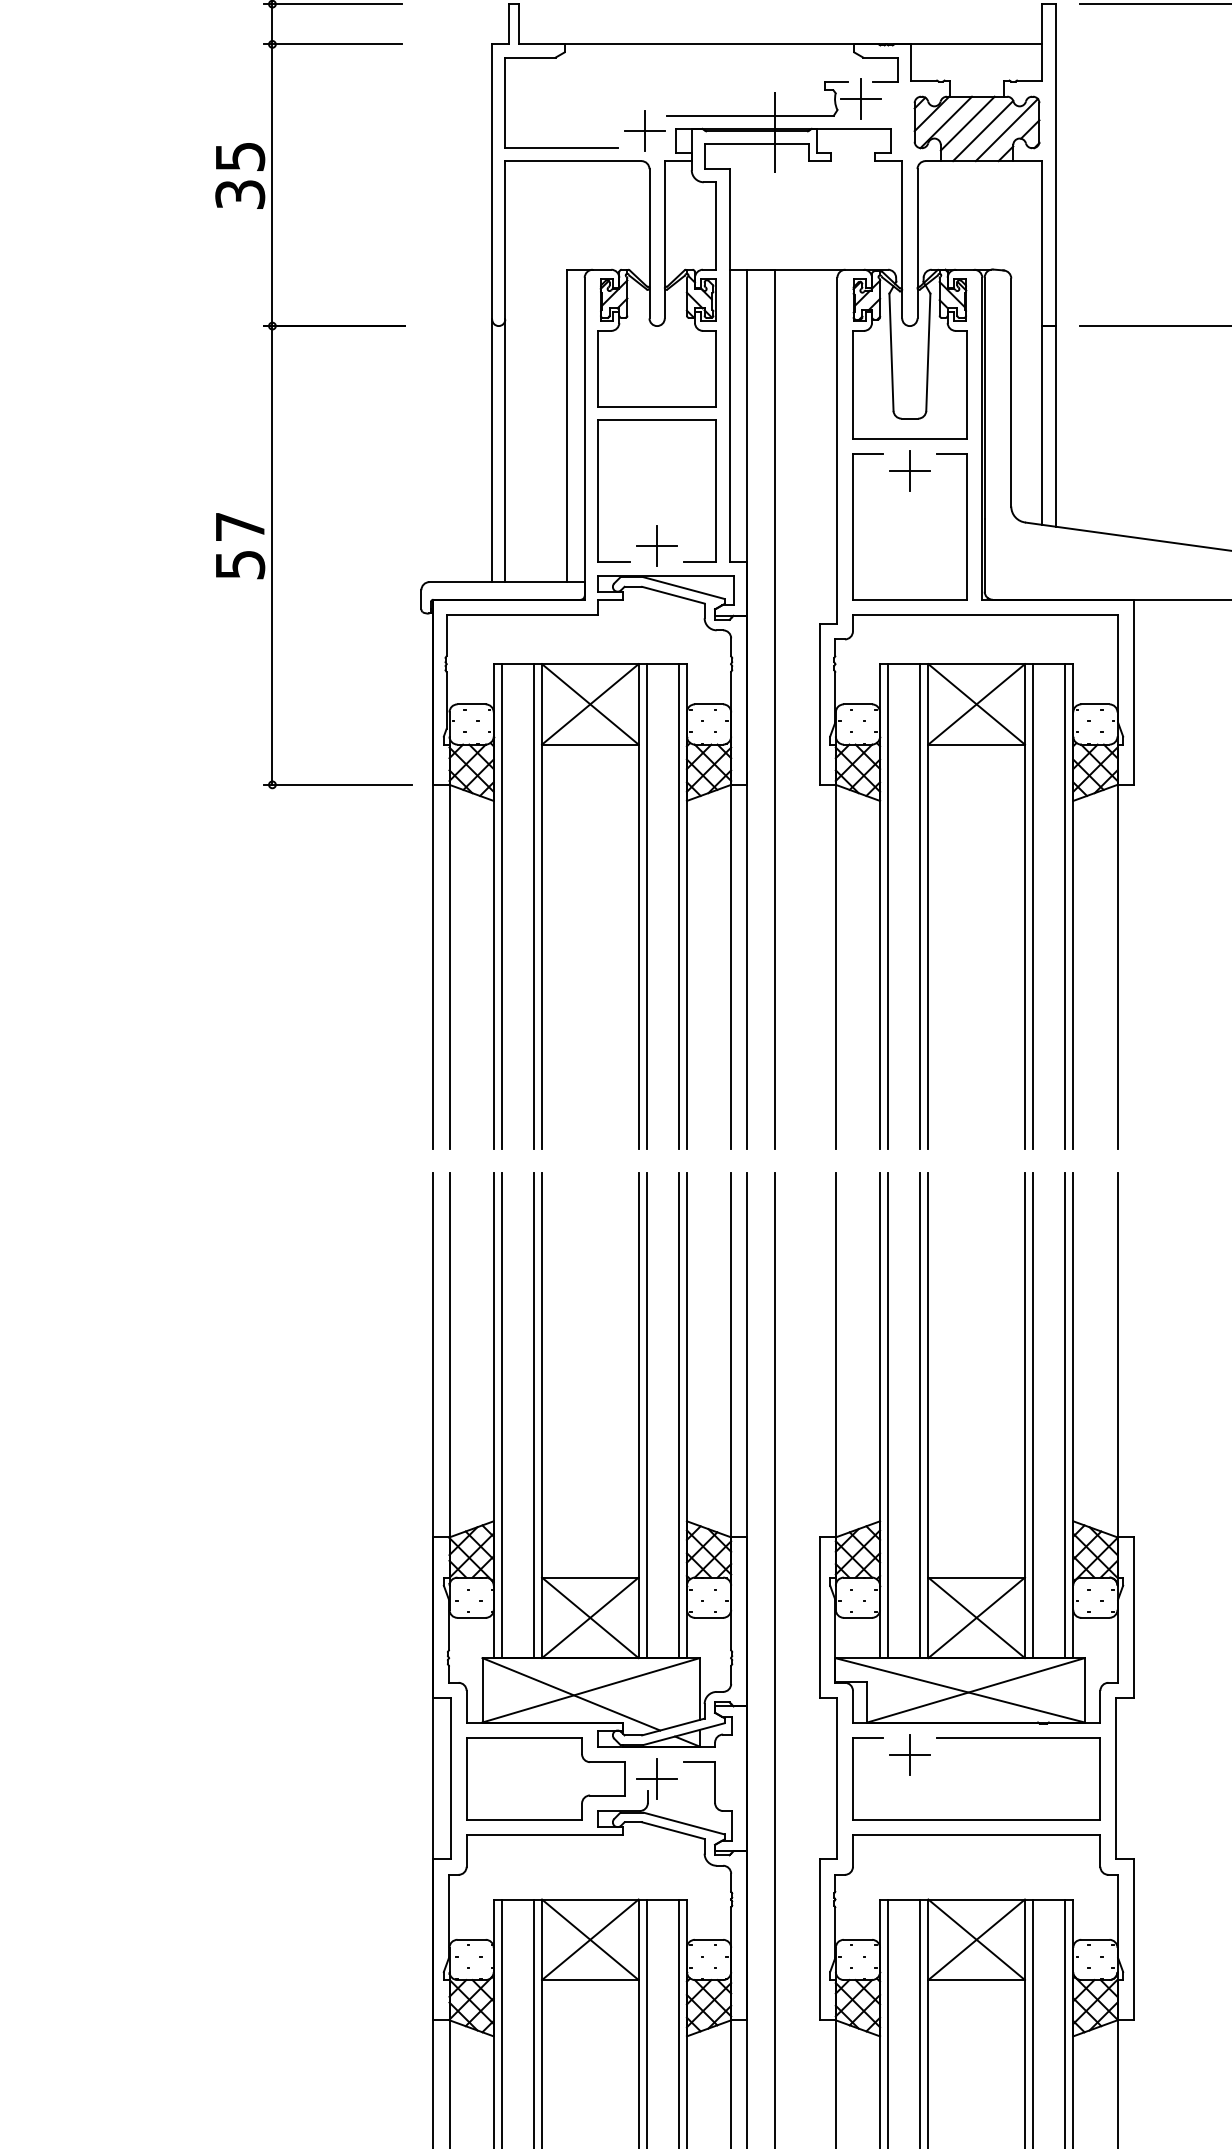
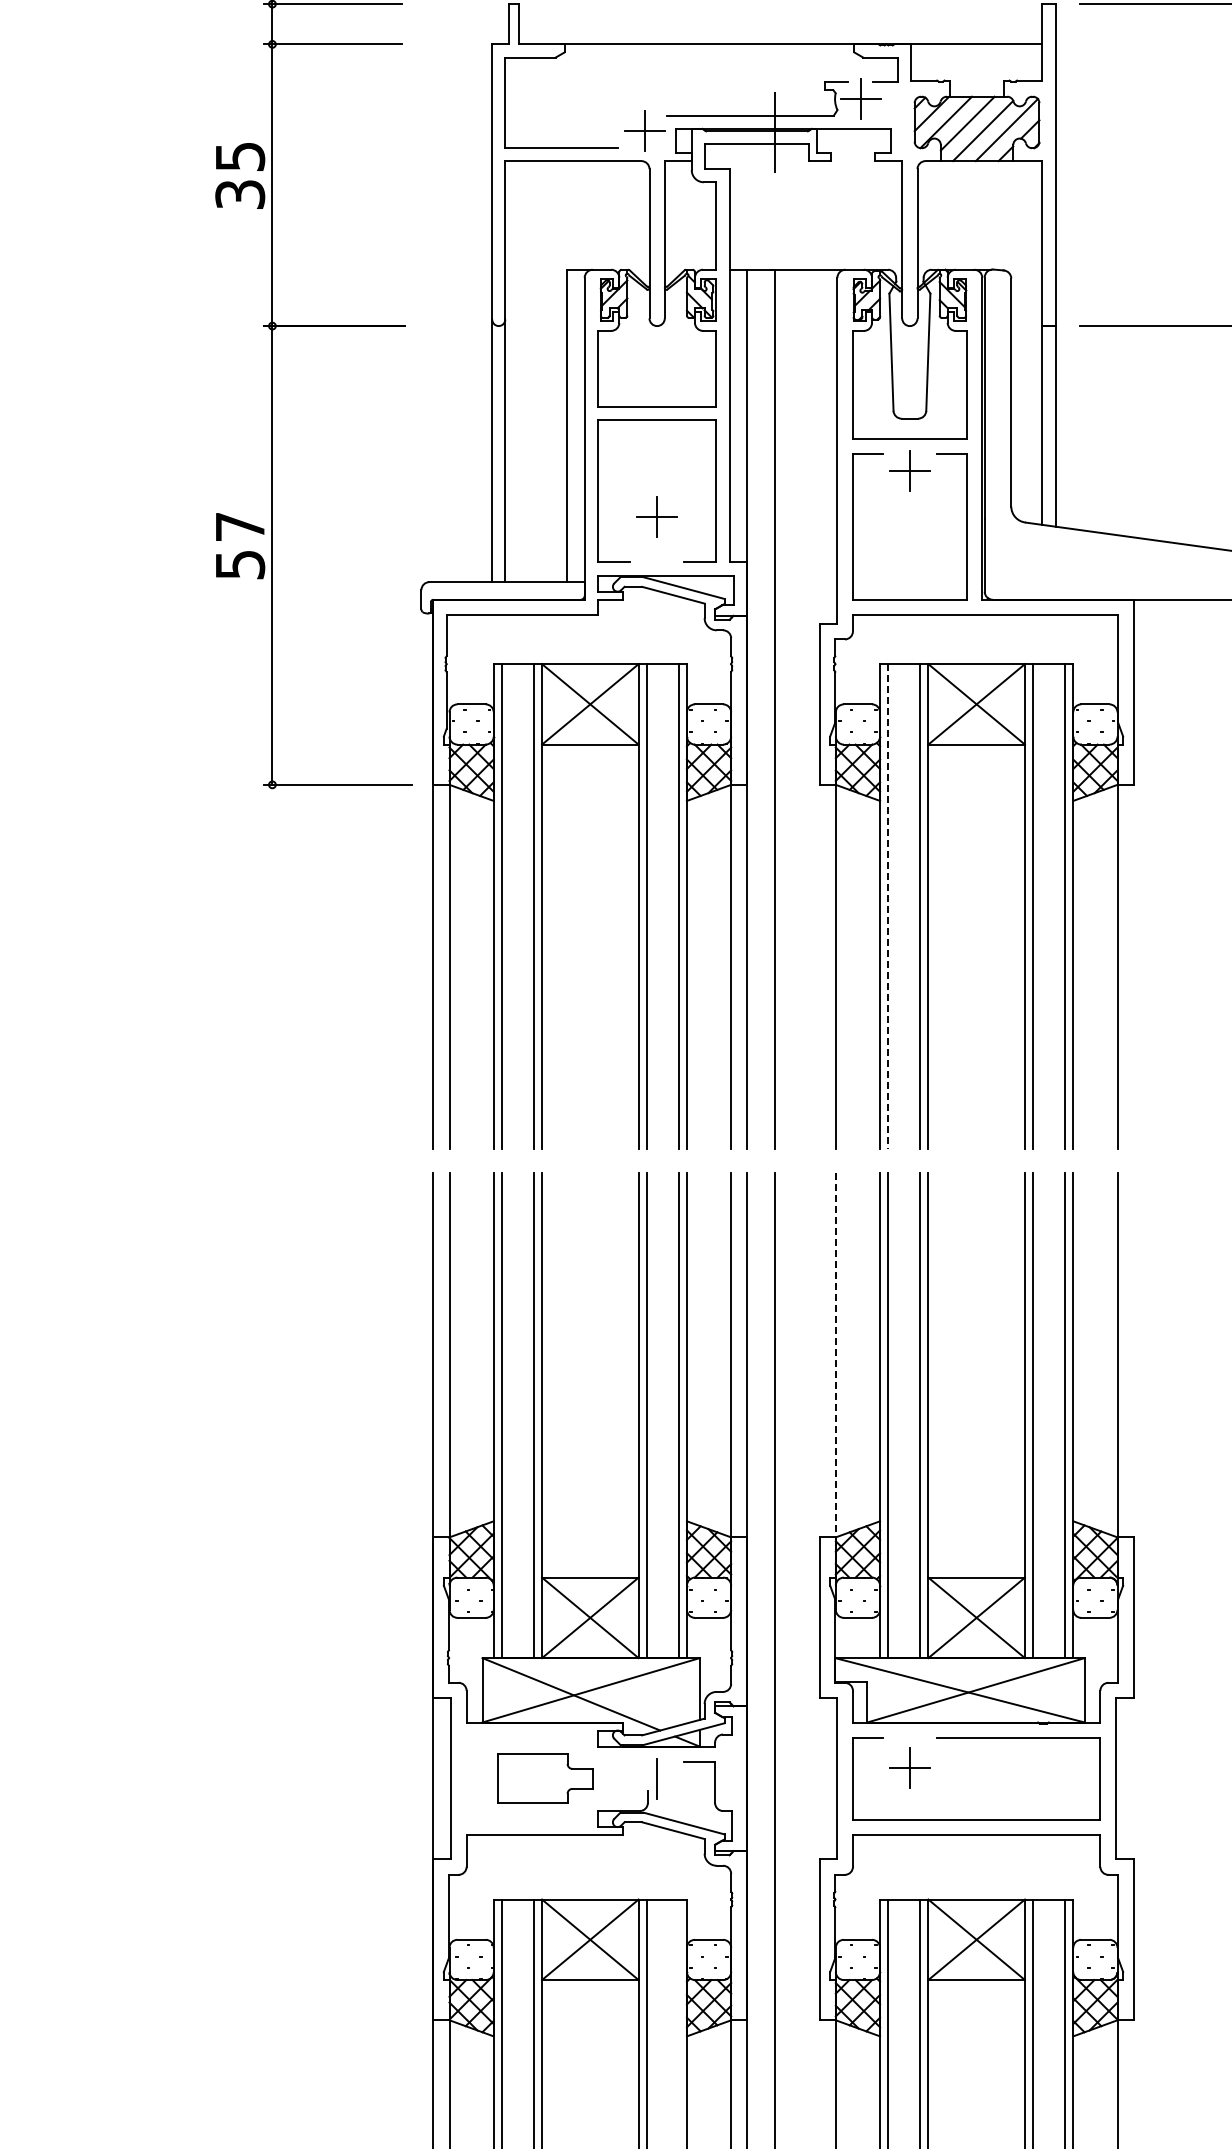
part at (656, 545) position: (656, 545) -> (656, 516)
line at (888, 907): solid -> dashed
line at (835, 1357): solid -> dashed
part at (909, 1754) position: (909, 1754) -> (909, 1767)
part at (545, 1778) size: 160x84 px -> 97x51 px
line at (657, 1778): present -> none
line at (678, 2022): present -> none
